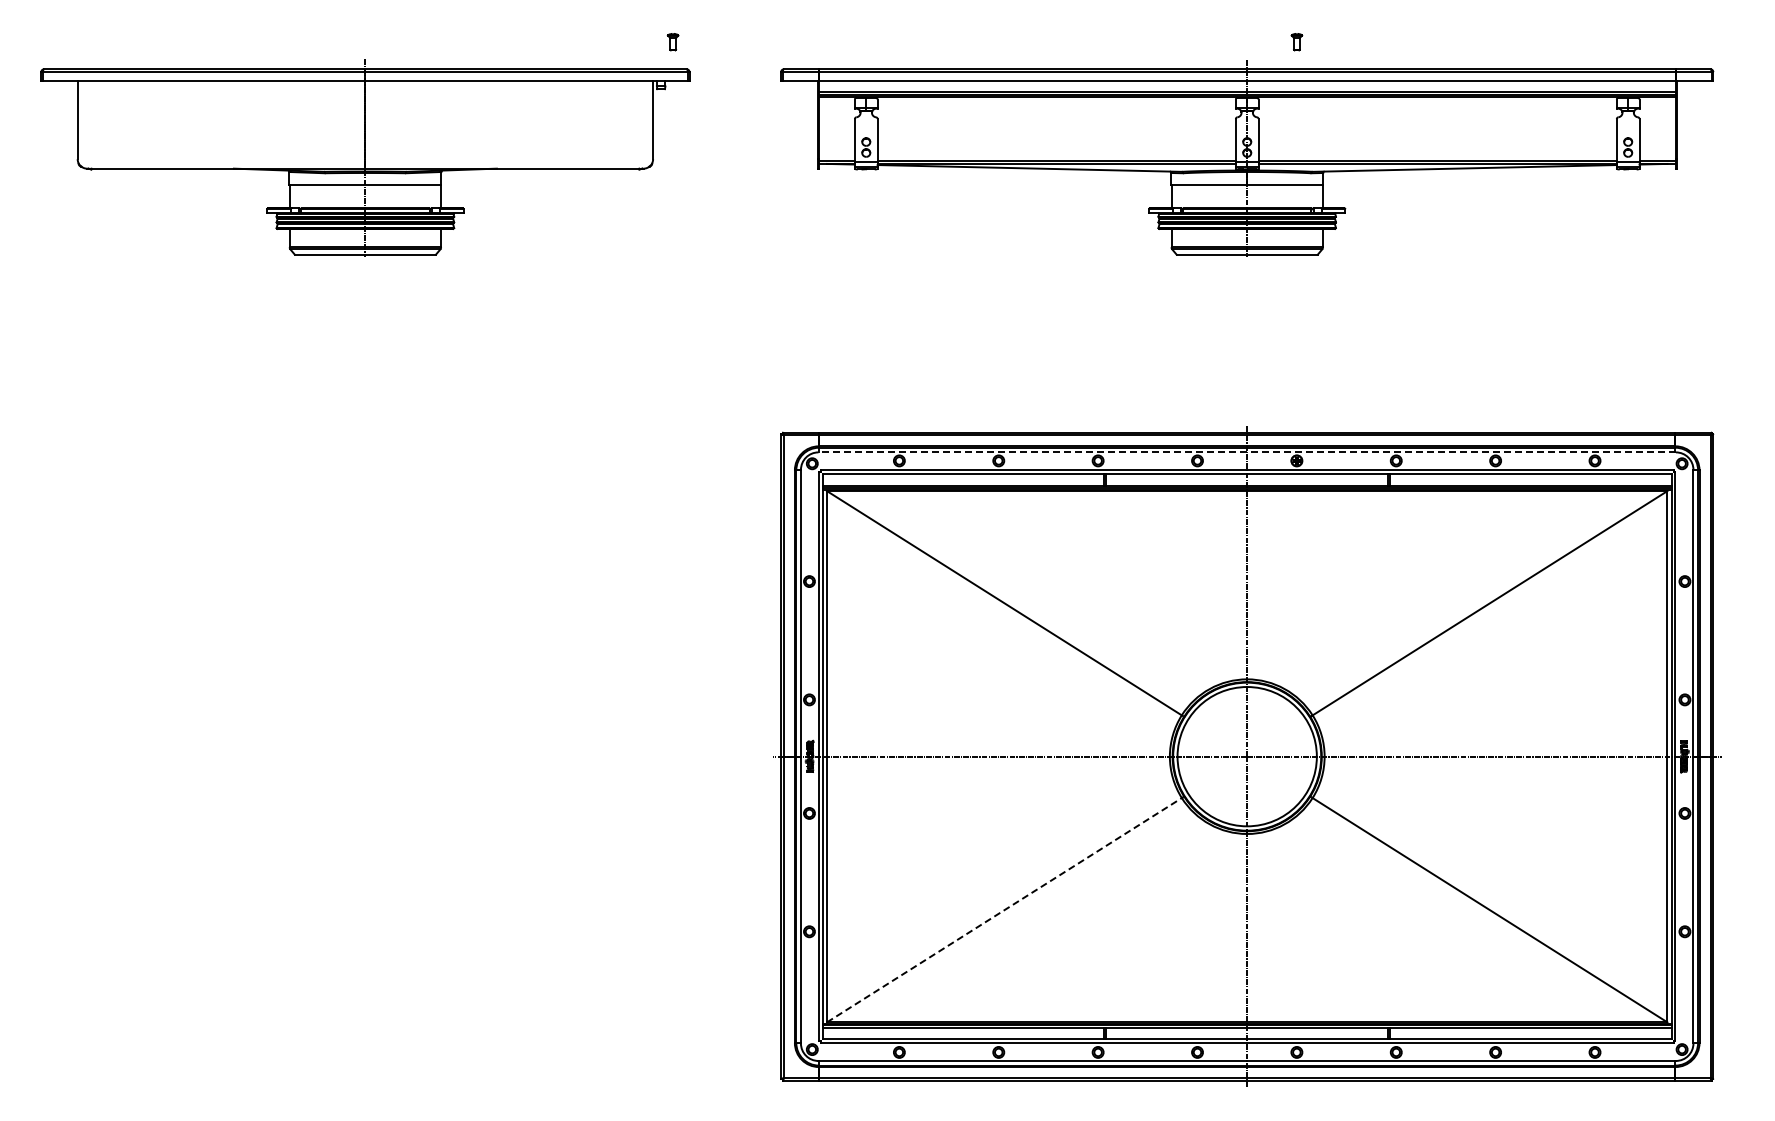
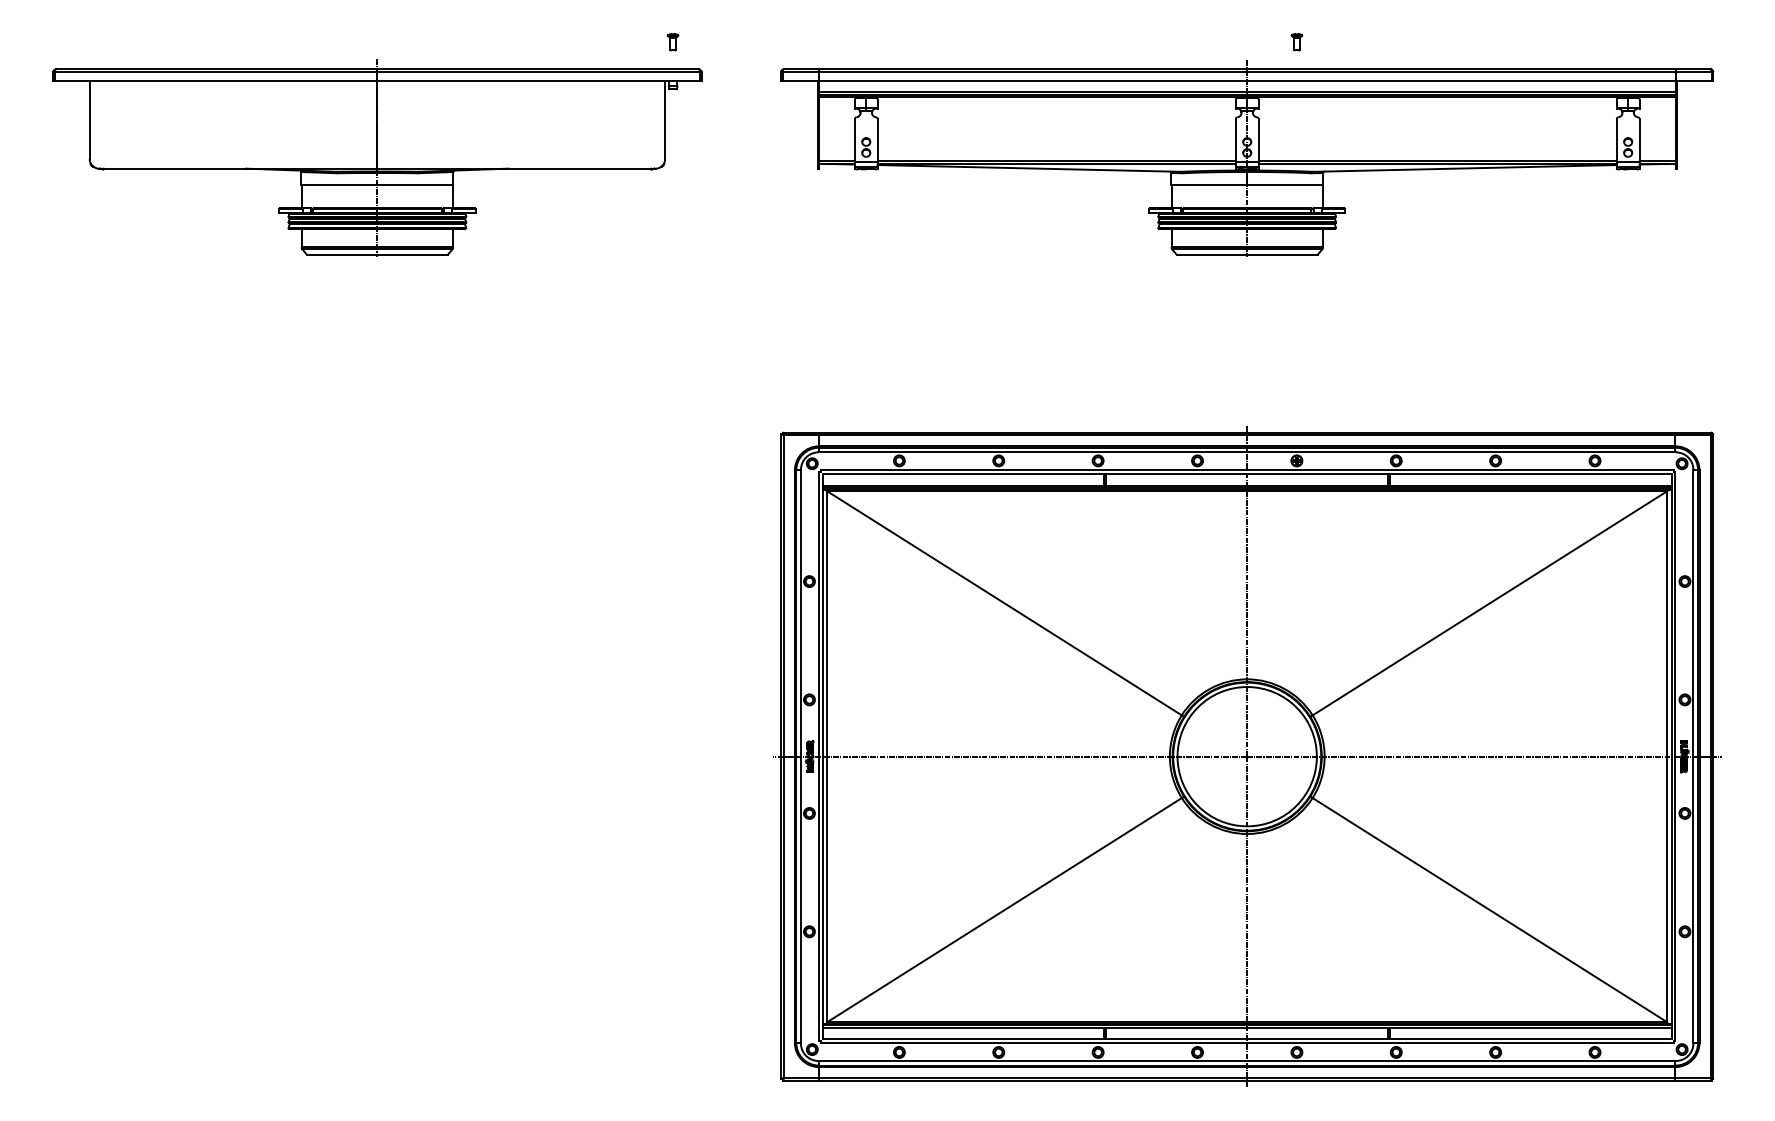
part at (365, 157) position: (365, 157) -> (377, 157)
line at (1247, 452): dashed -> solid
line at (1004, 910): dashed -> solid
